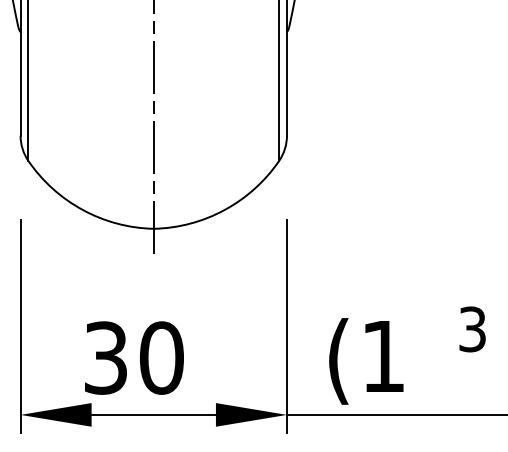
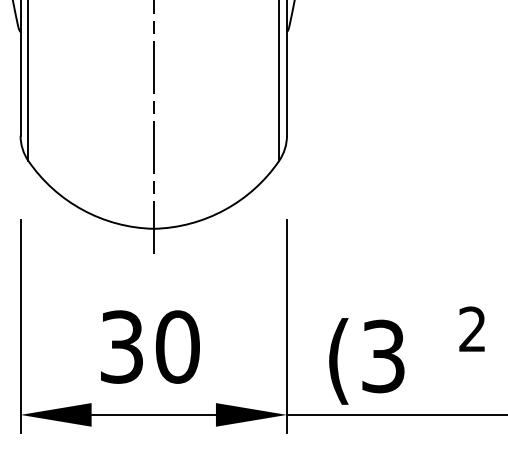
text at (472, 329): 3 -> 2
text at (383, 356): (1 -> (3
text at (134, 357) position: (134, 357) -> (150, 346)
